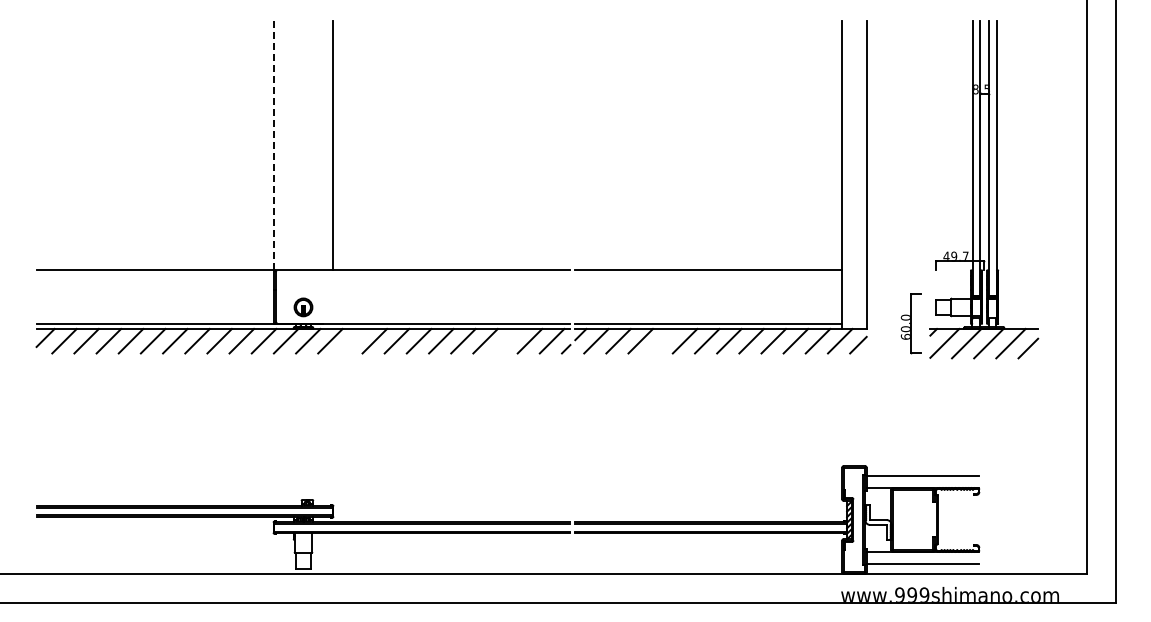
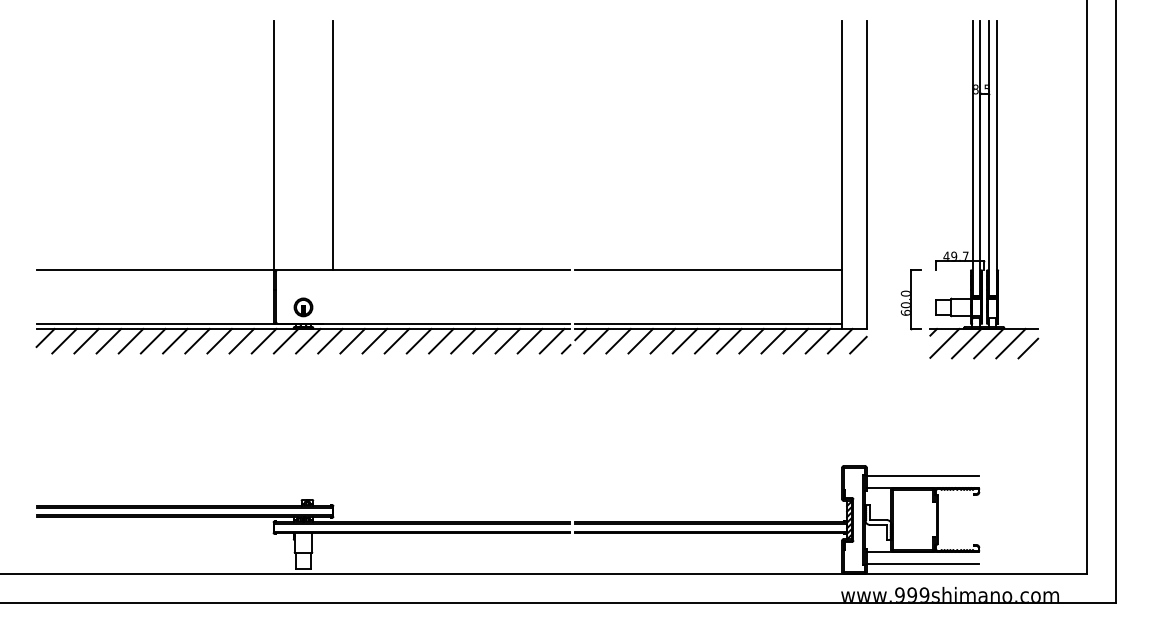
line at (274, 145): dashed -> solid
part at (910, 323) position: (910, 323) -> (910, 299)
line at (352, 340): none -> present
line at (507, 340): none -> present
line at (662, 340): none -> present
